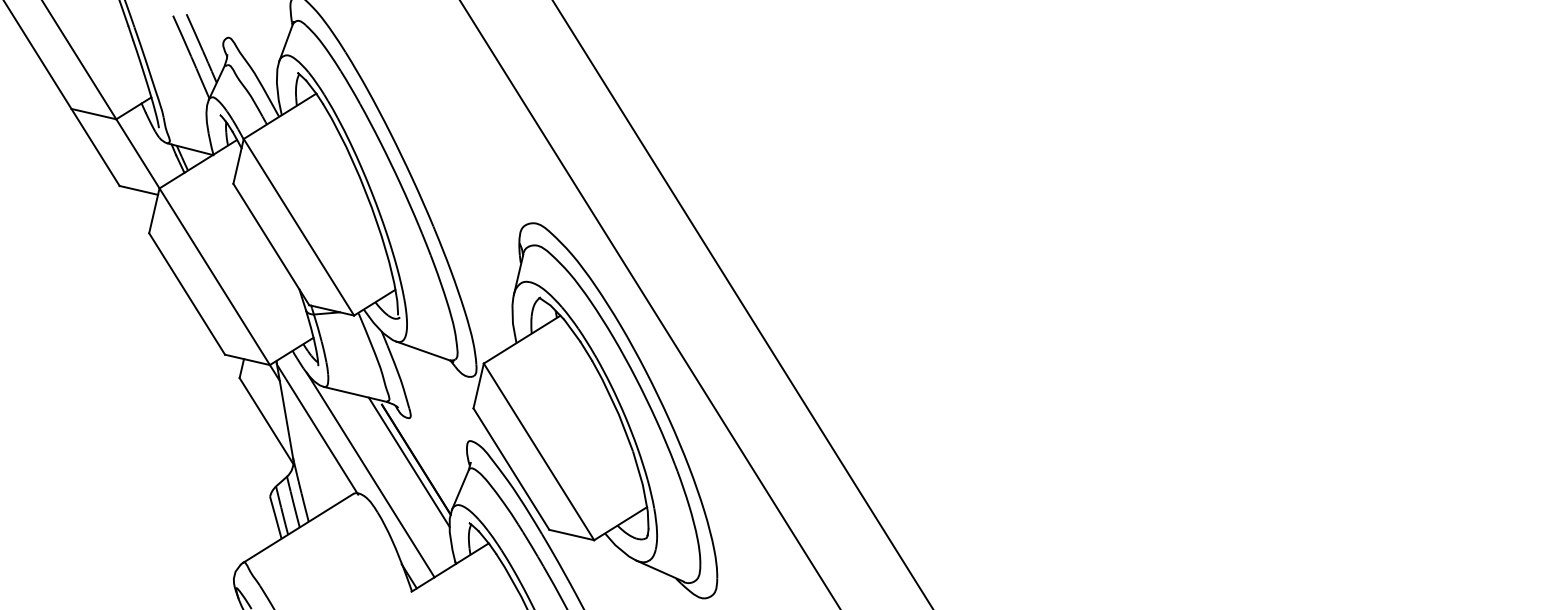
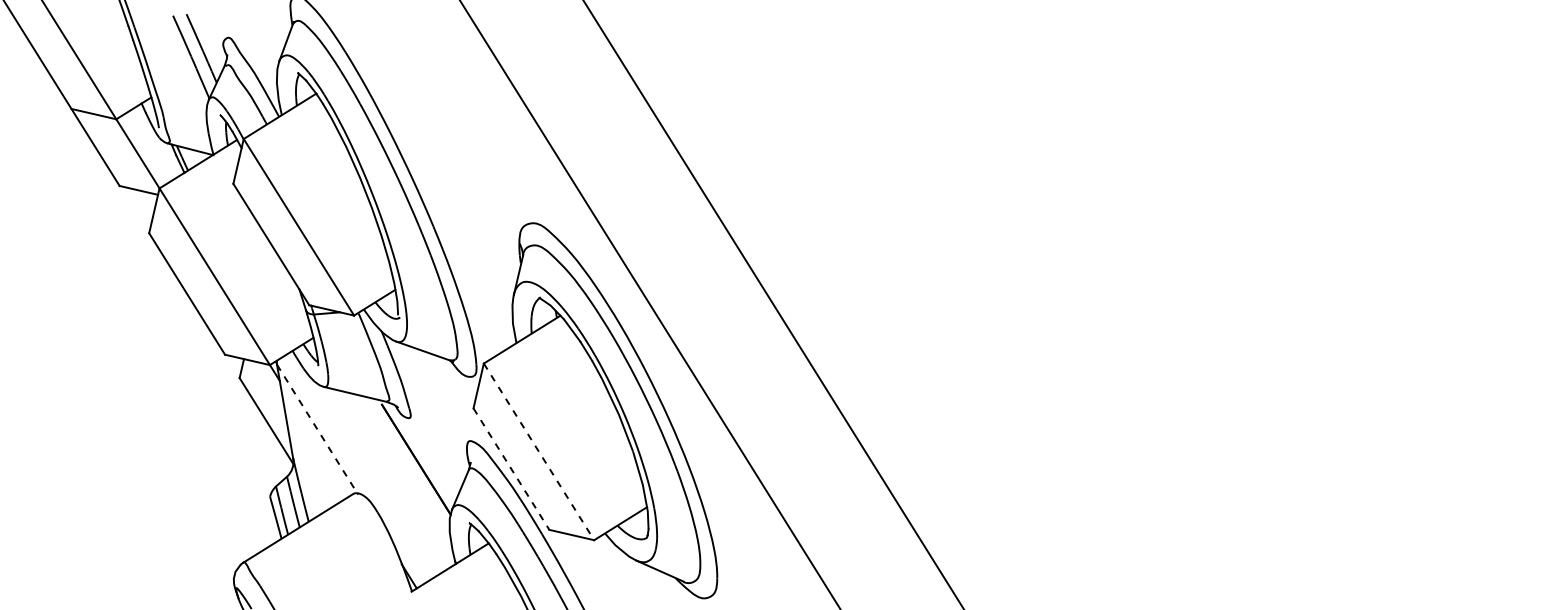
line at (742, 304) position: (742, 304) -> (773, 304)
line at (317, 429): solid -> dashed
line at (539, 452): solid -> dashed
line at (408, 462): present -> none
line at (511, 469): solid -> dashed
line at (370, 474): present -> none
